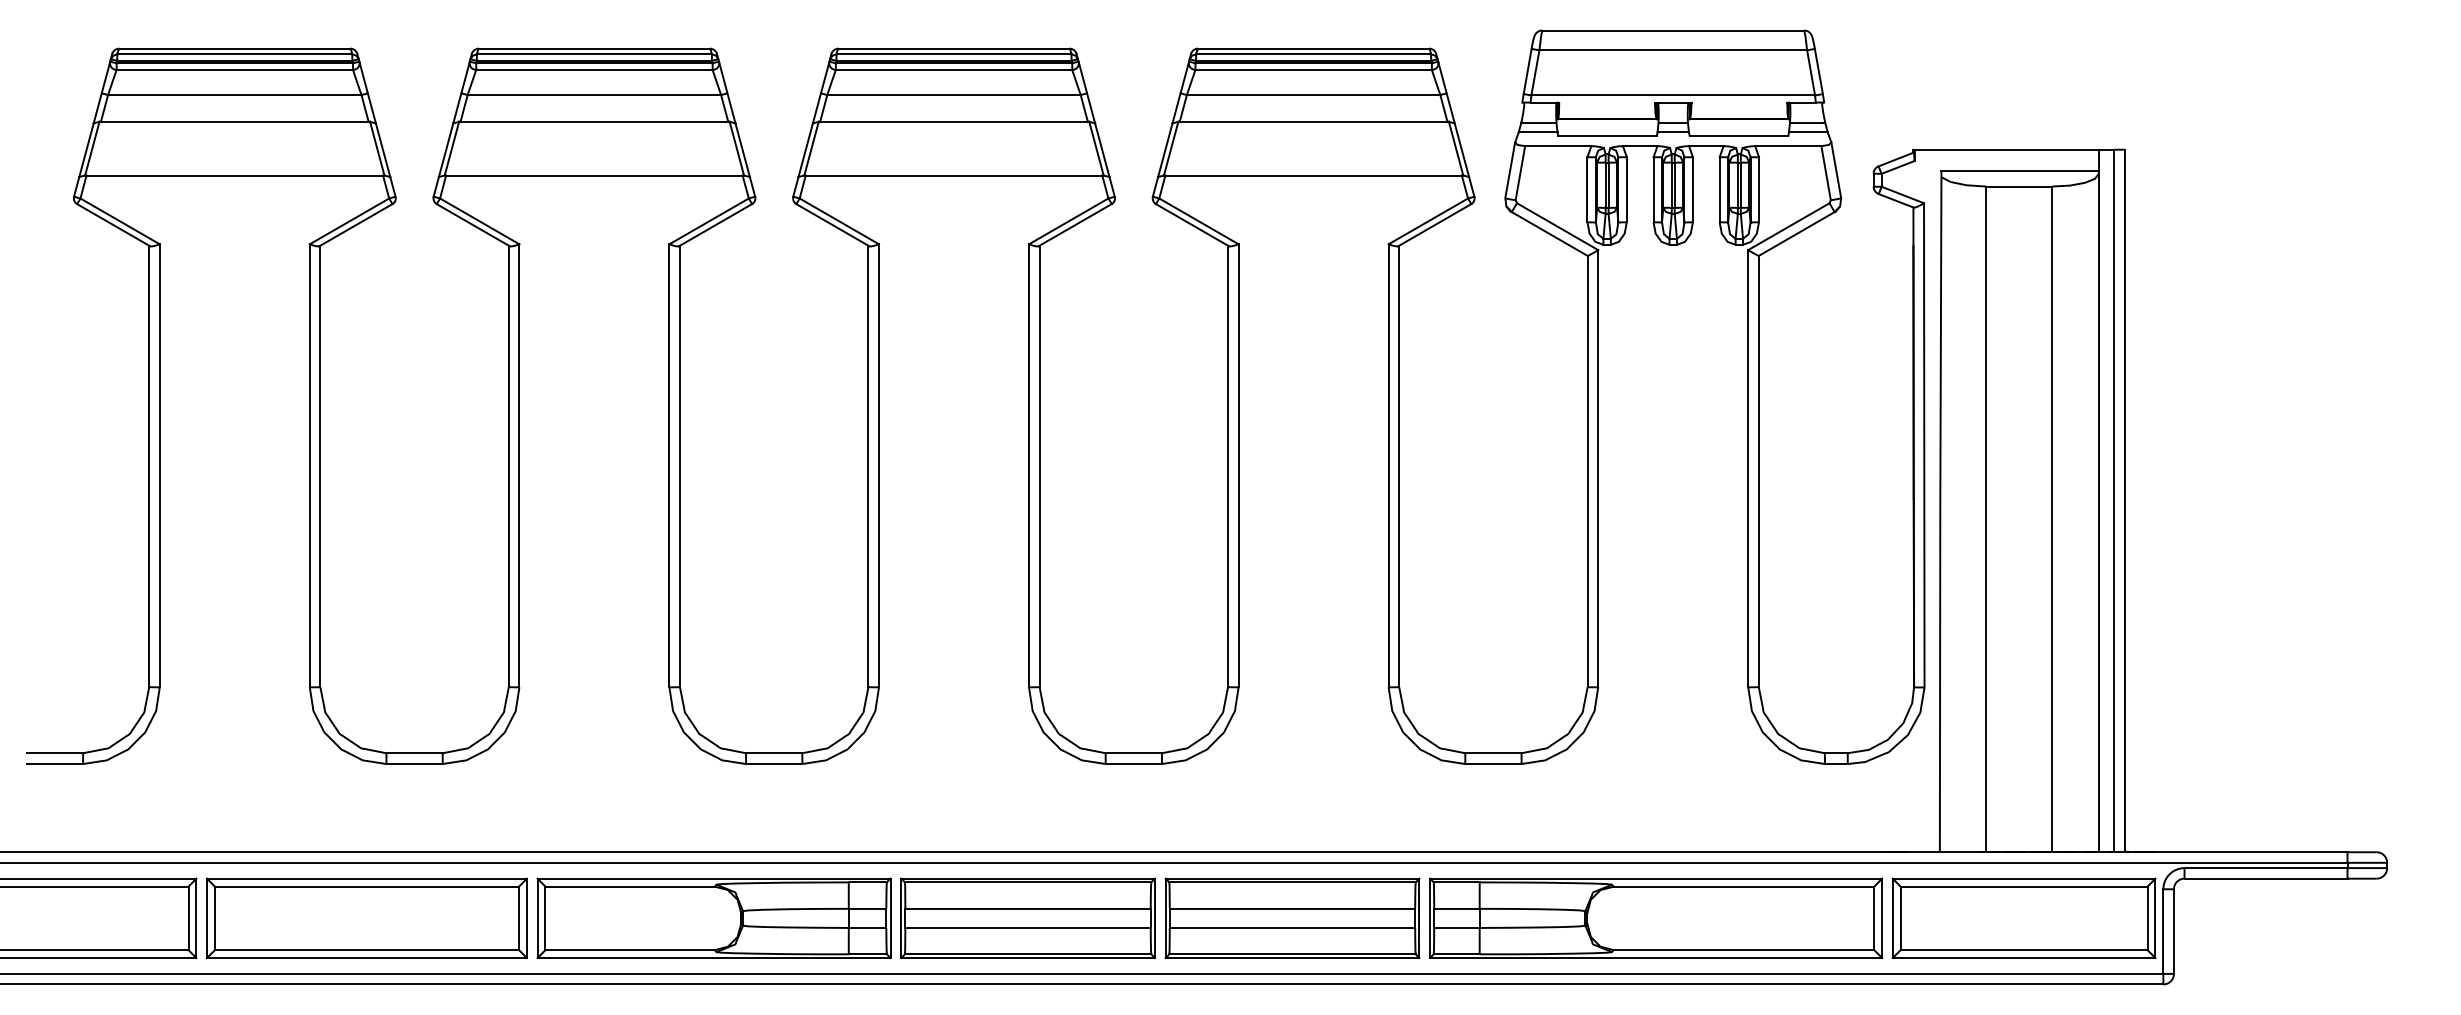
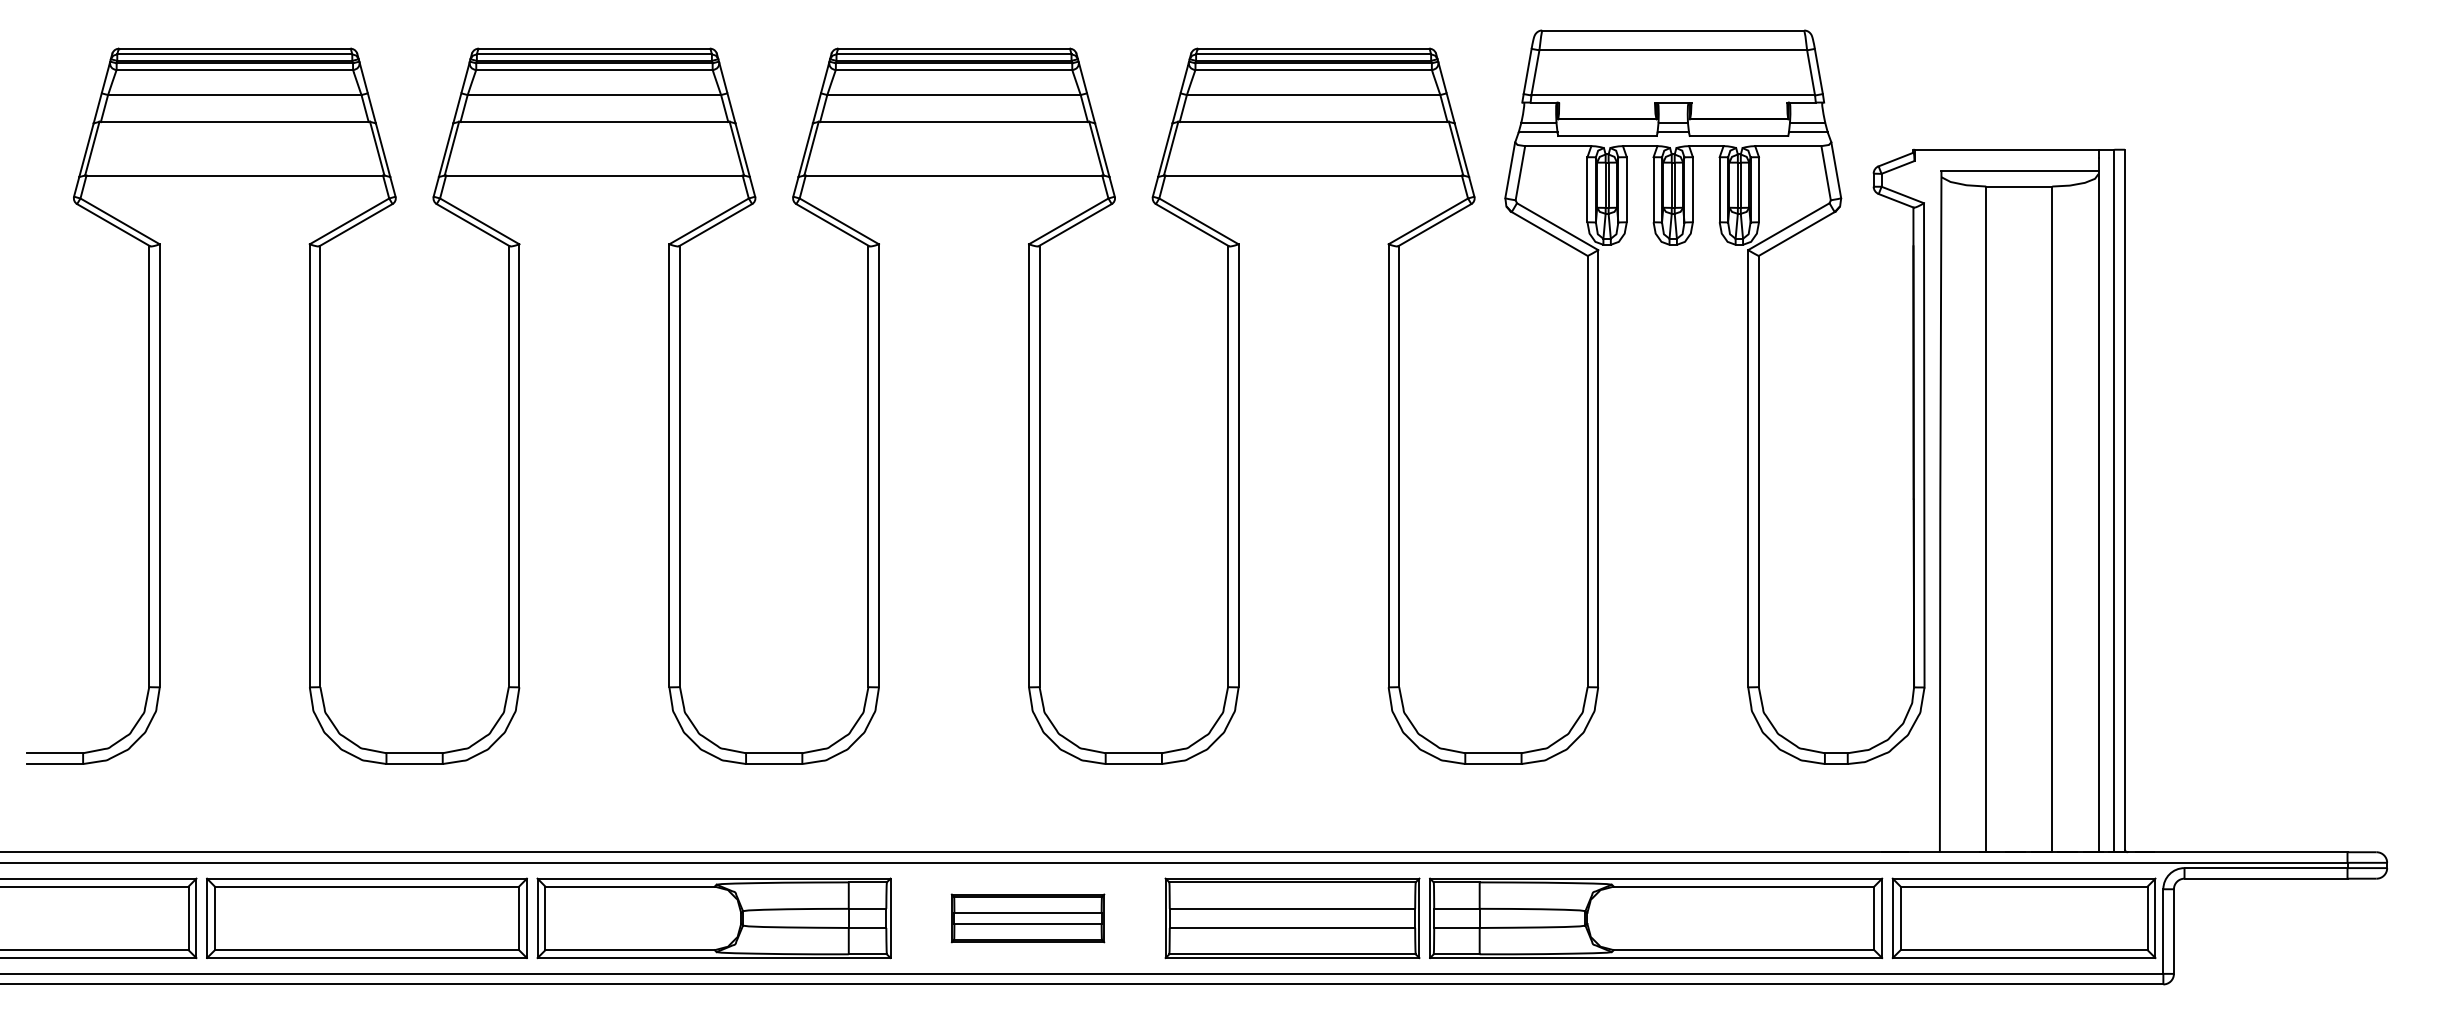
part at (1027, 918) size: 256x83 px -> 156x51 px
